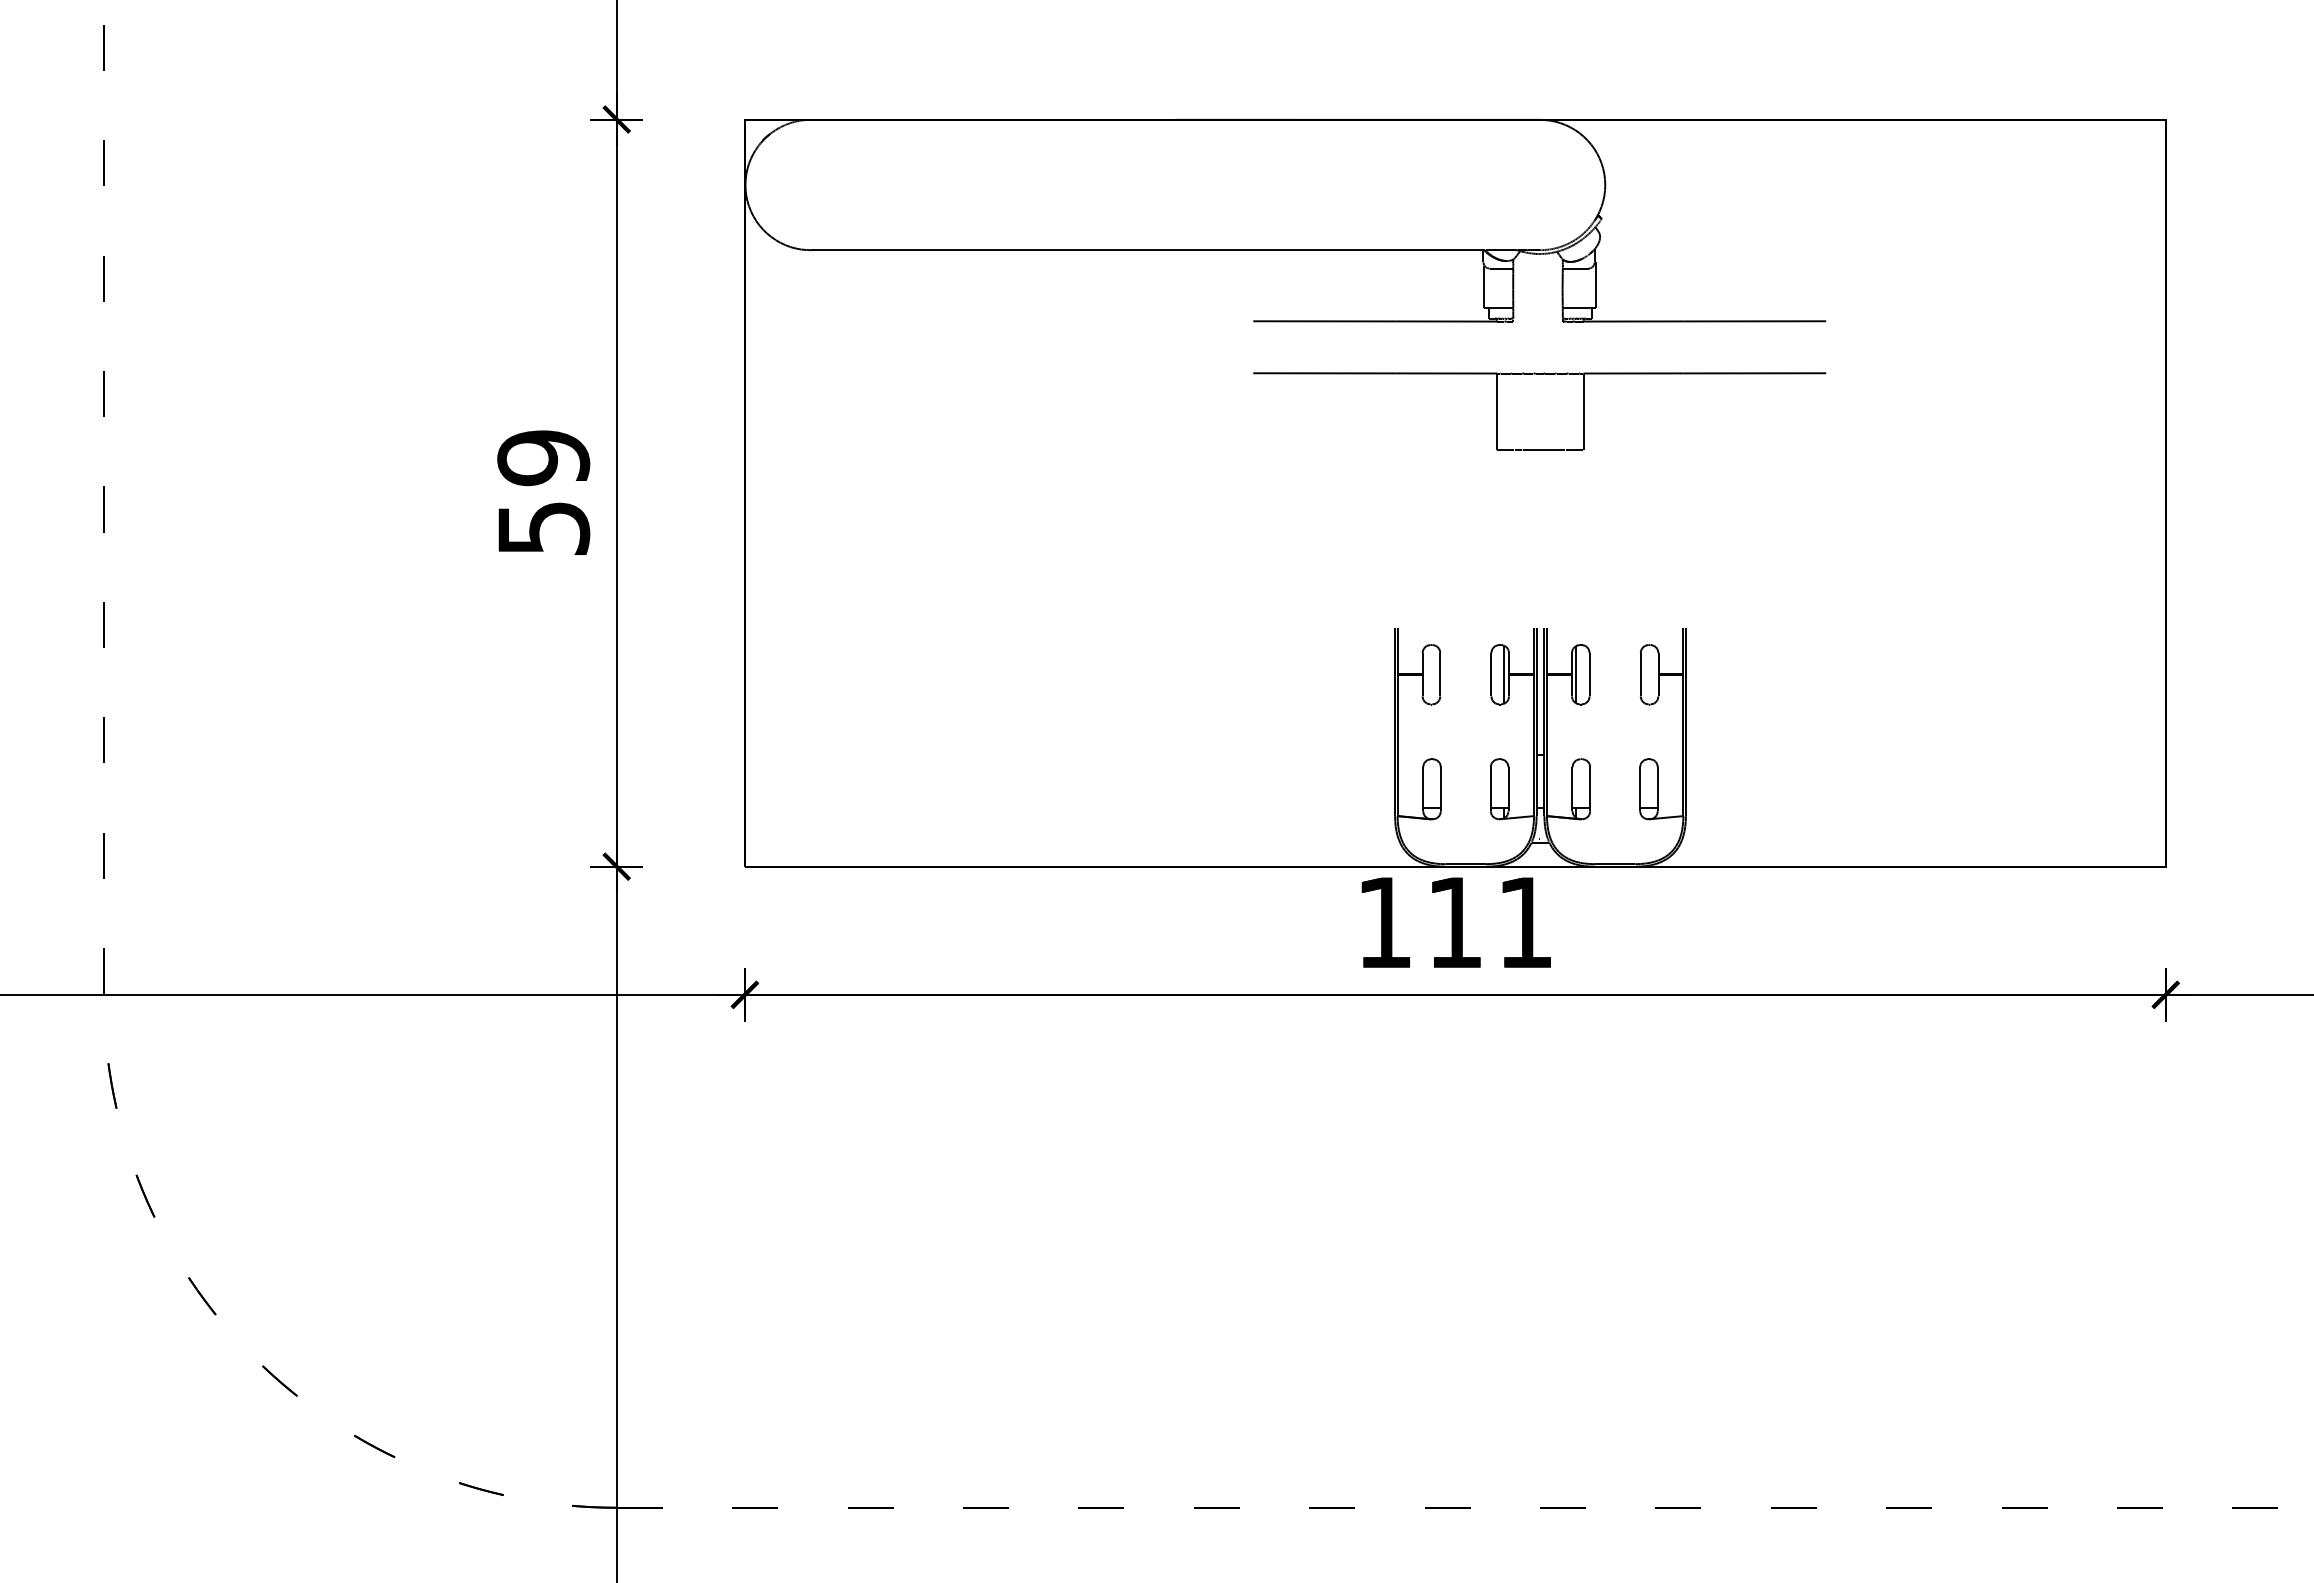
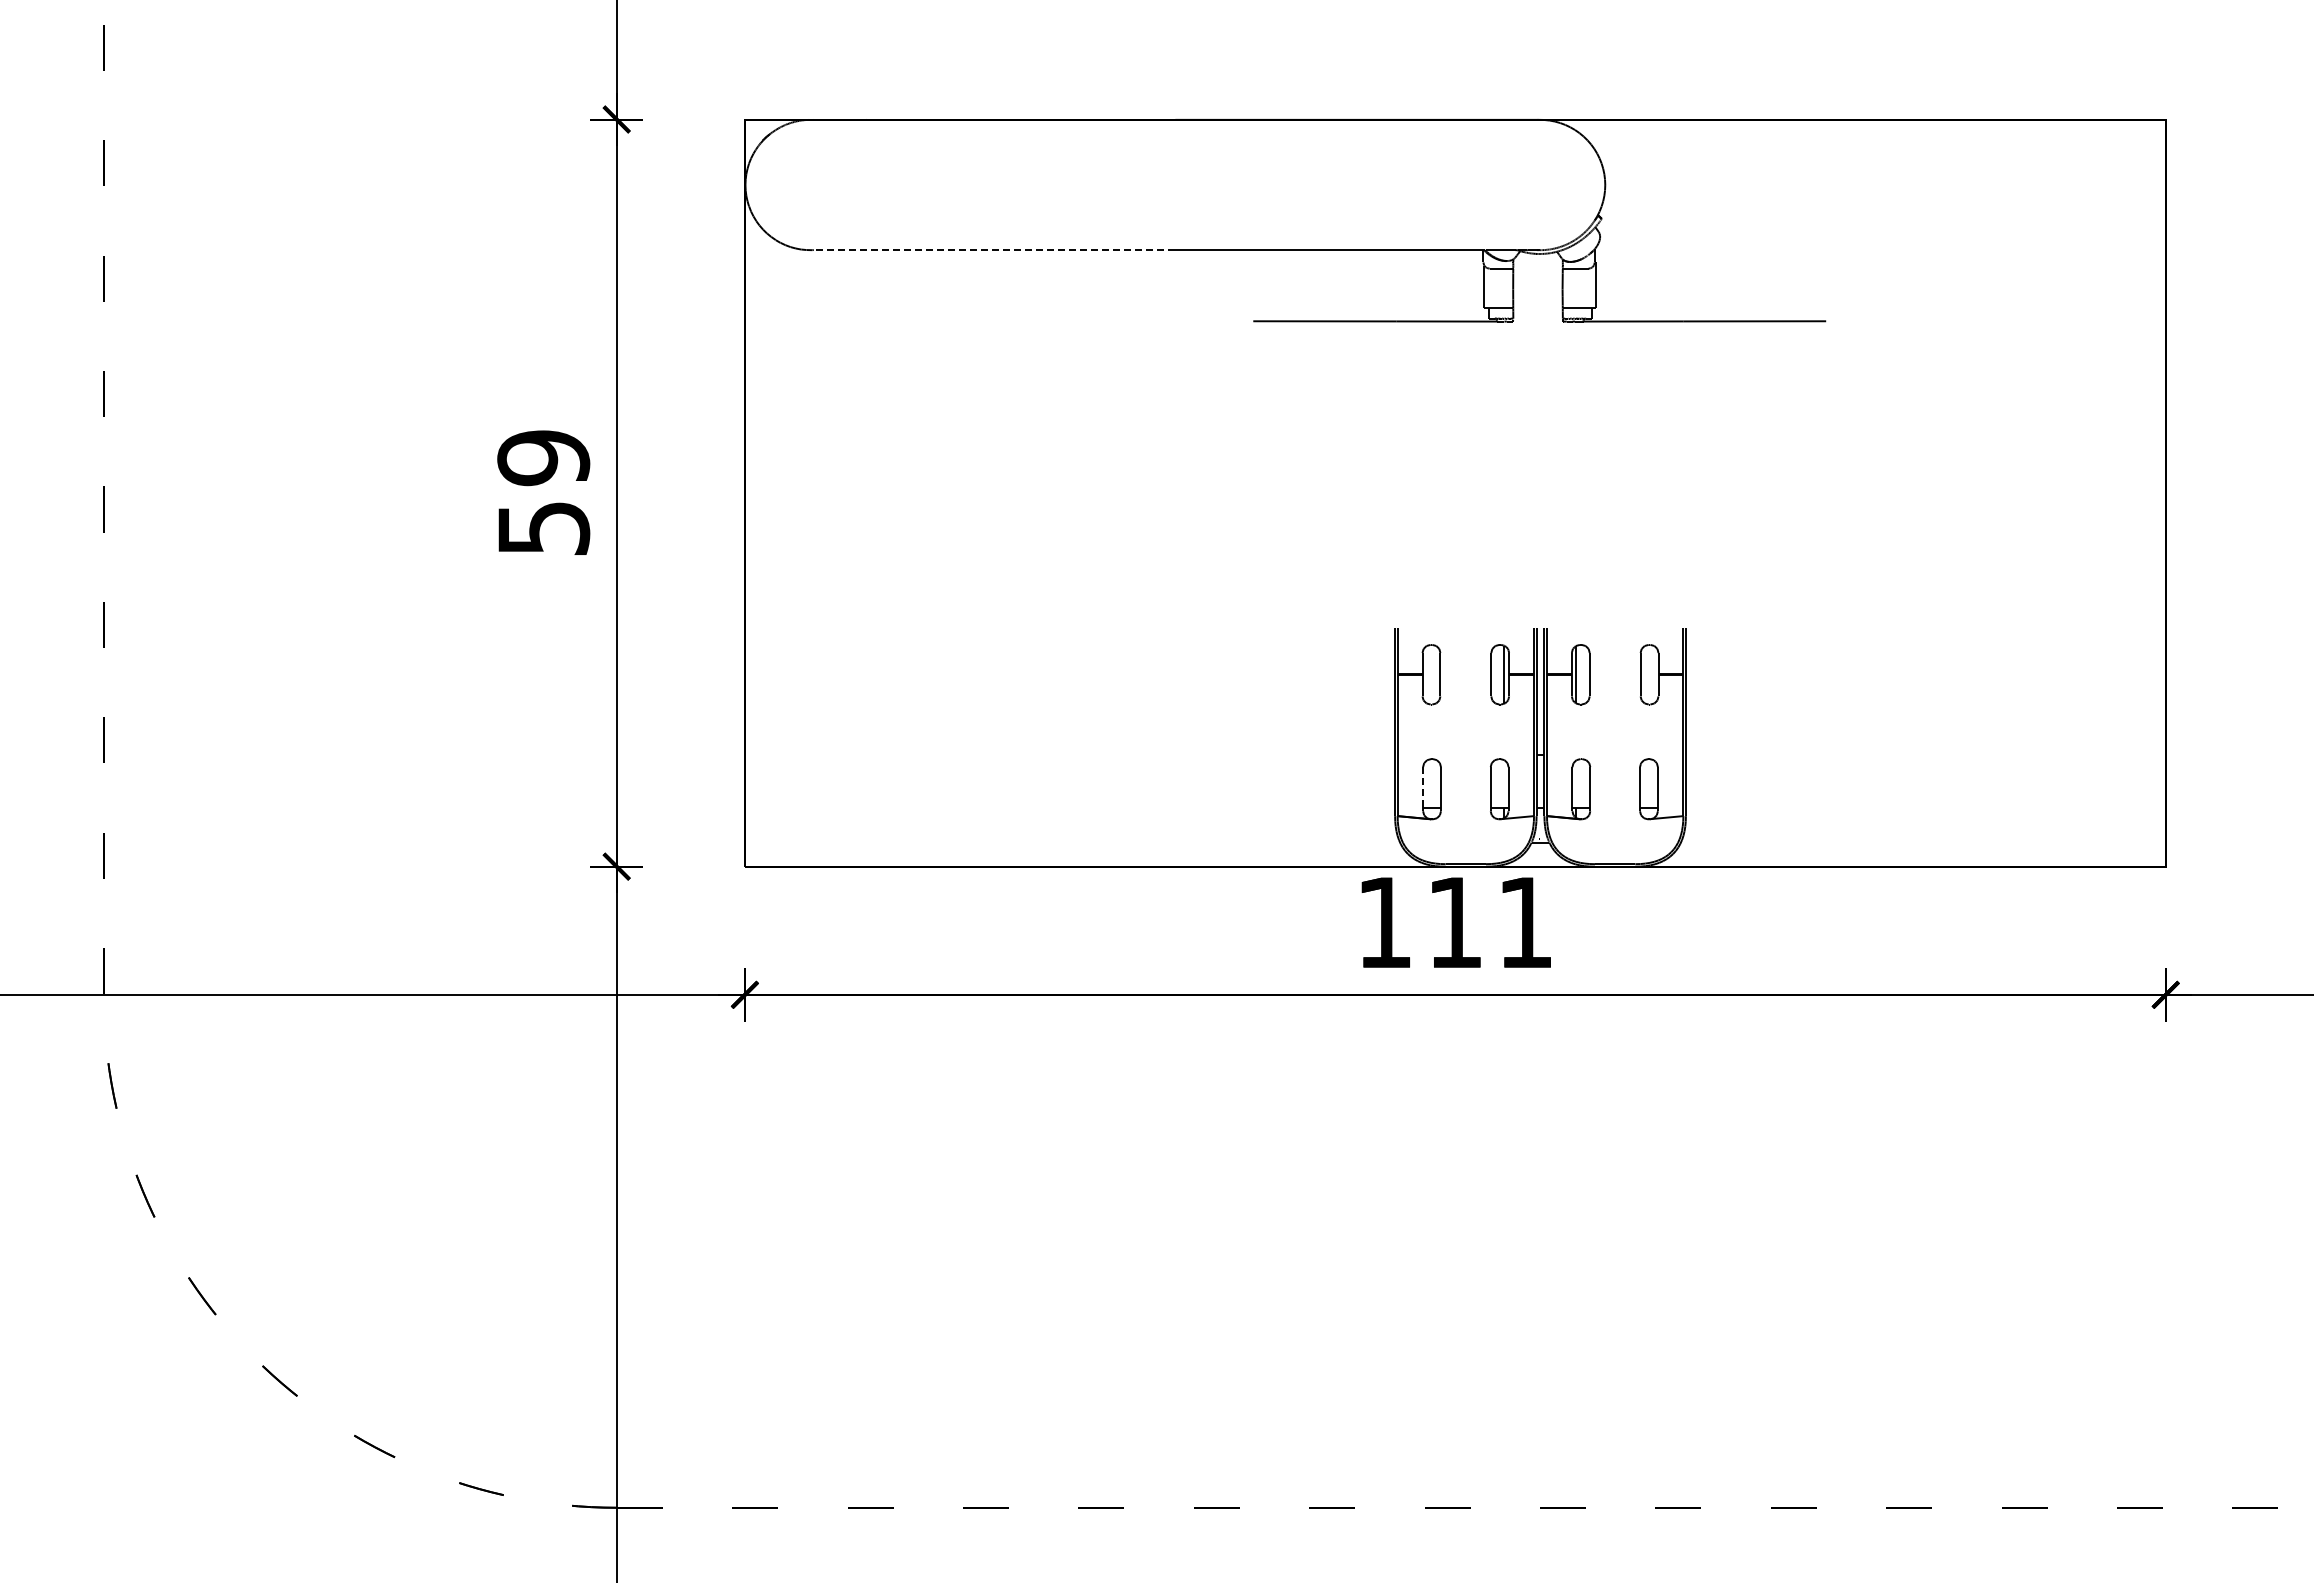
line at (993, 250): solid -> dashed
part at (1539, 374): present -> none
line at (1423, 784): solid -> dashed
